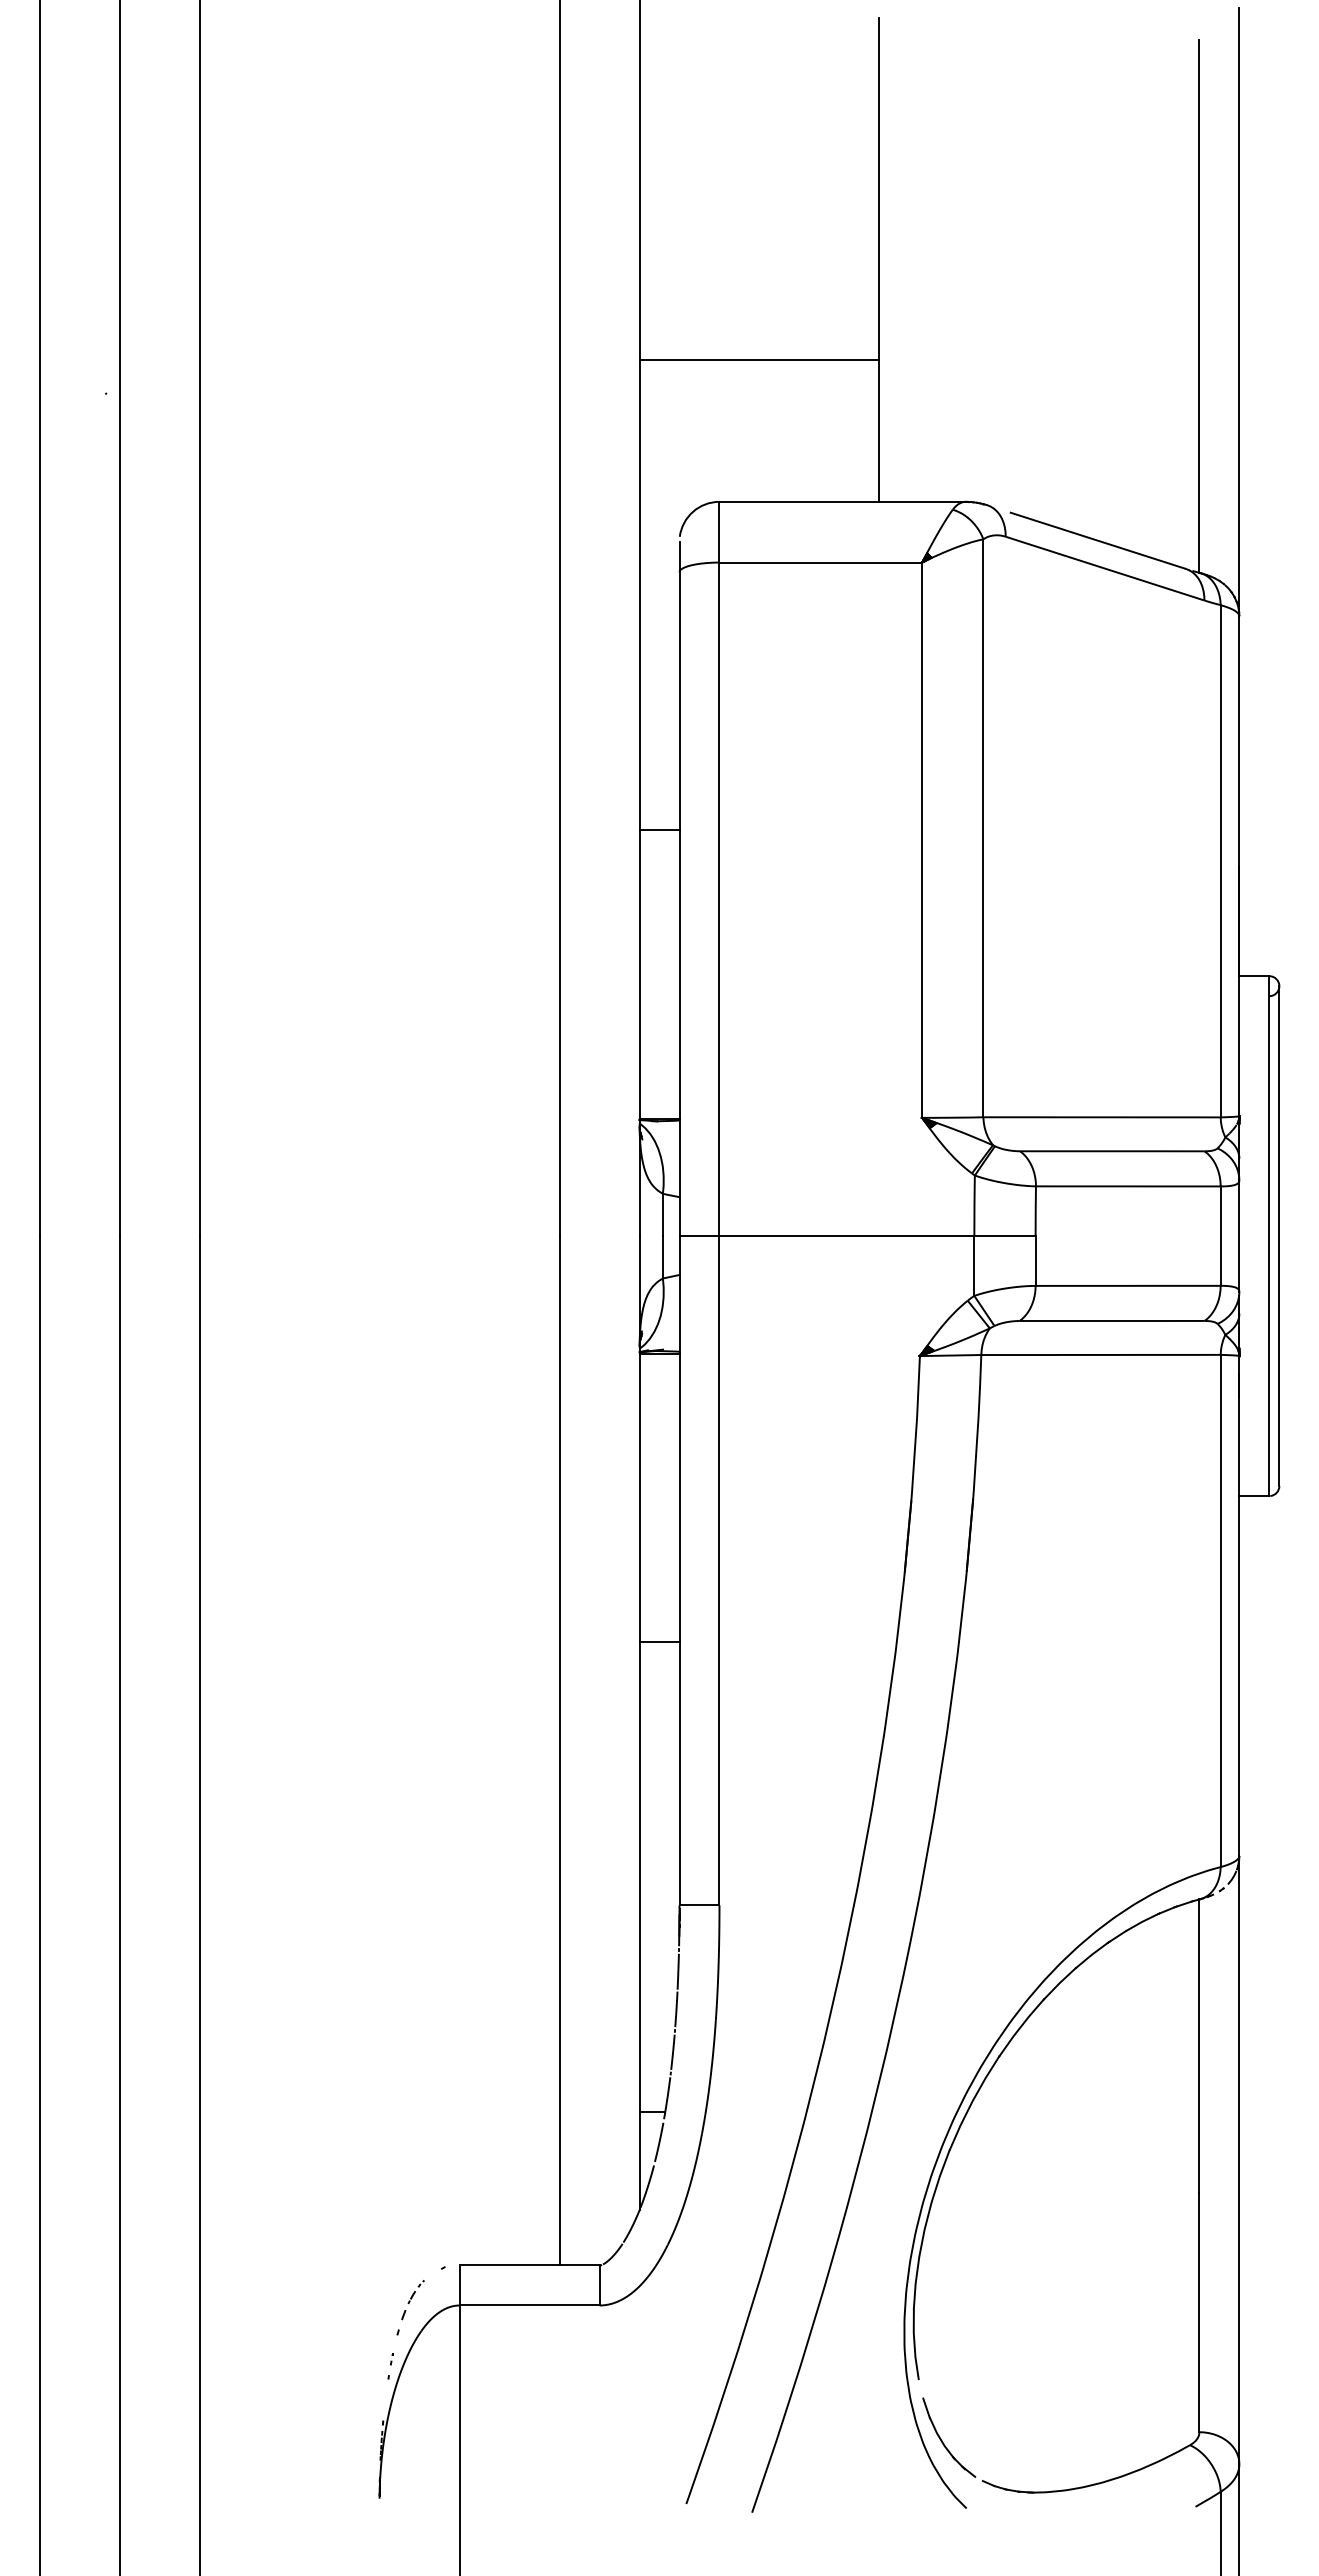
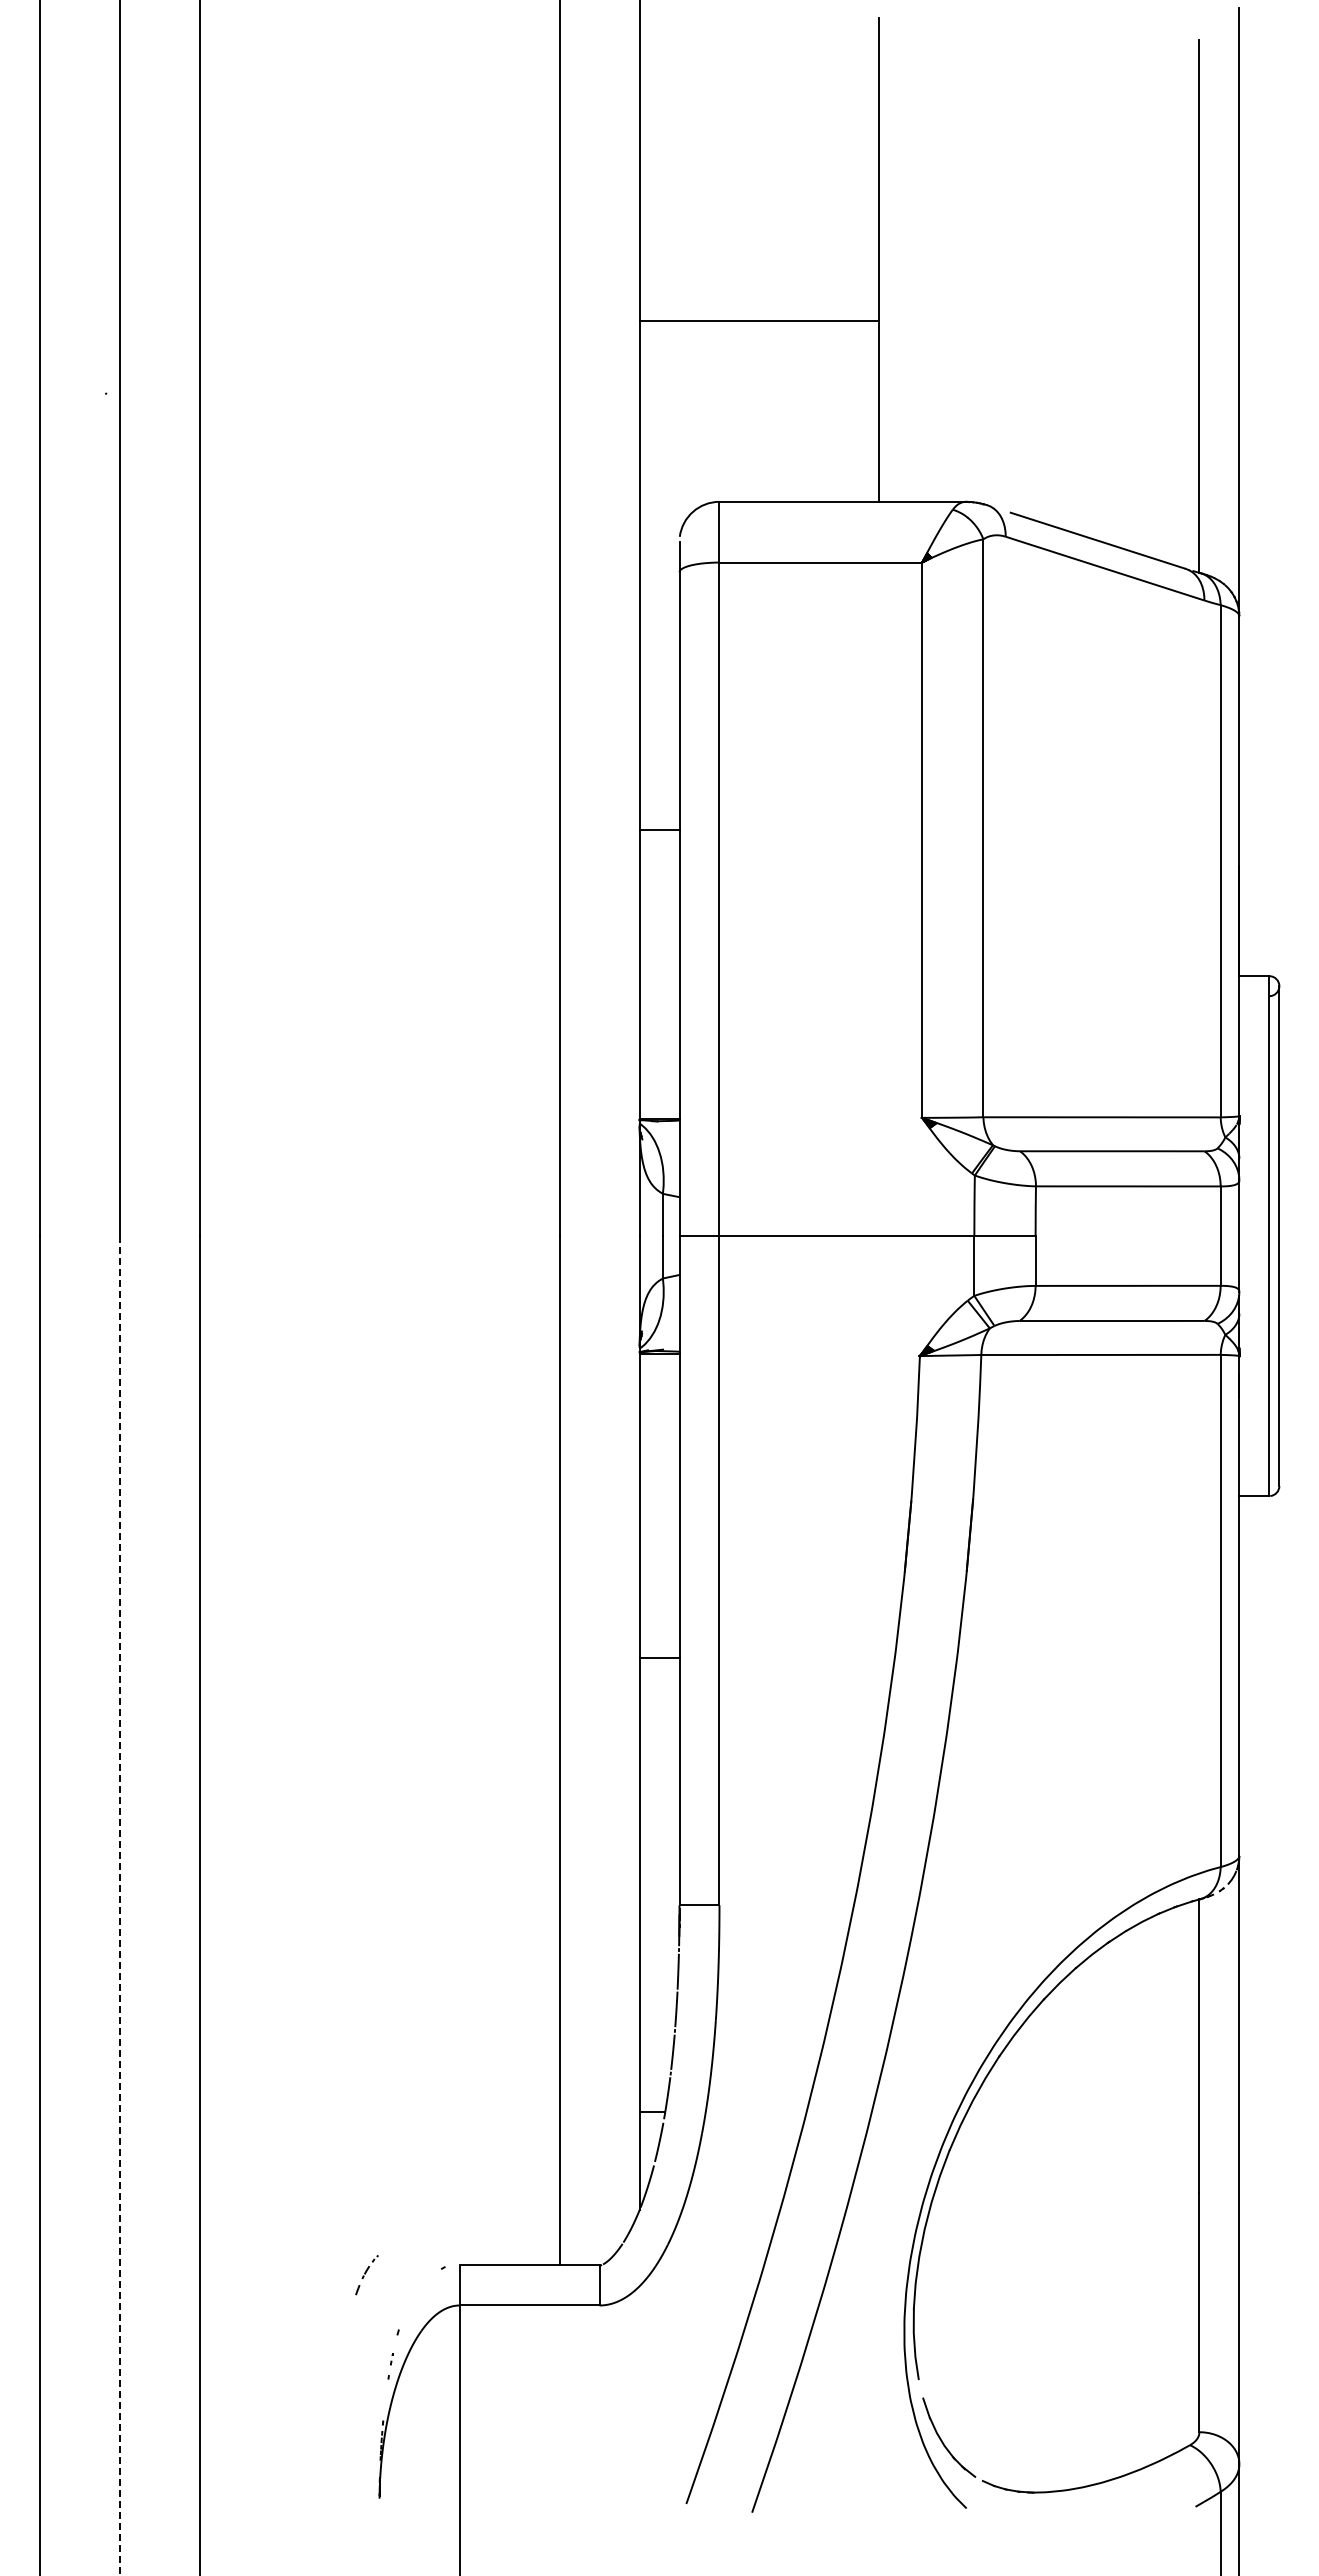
line at (759, 360) position: (759, 360) -> (759, 321)
line at (659, 1642) position: (659, 1642) -> (659, 1658)
line at (119, 1906): solid -> dashed
part at (412, 2300) position: (412, 2300) -> (366, 2275)
